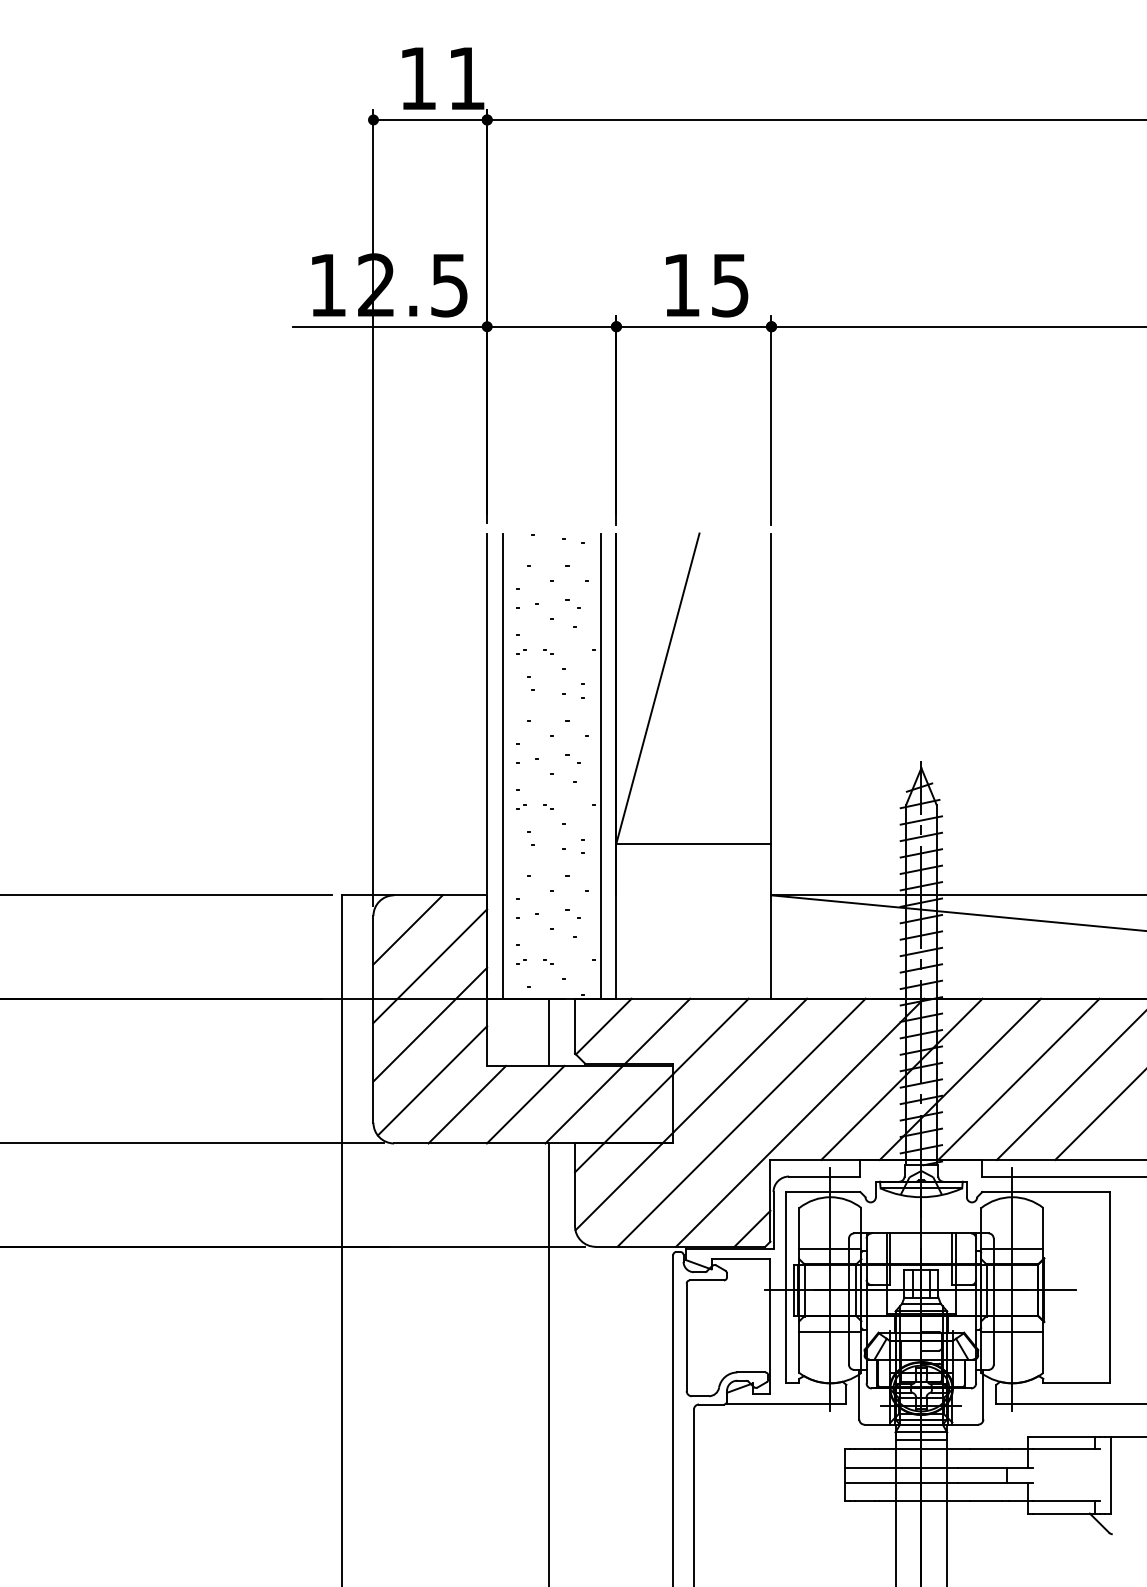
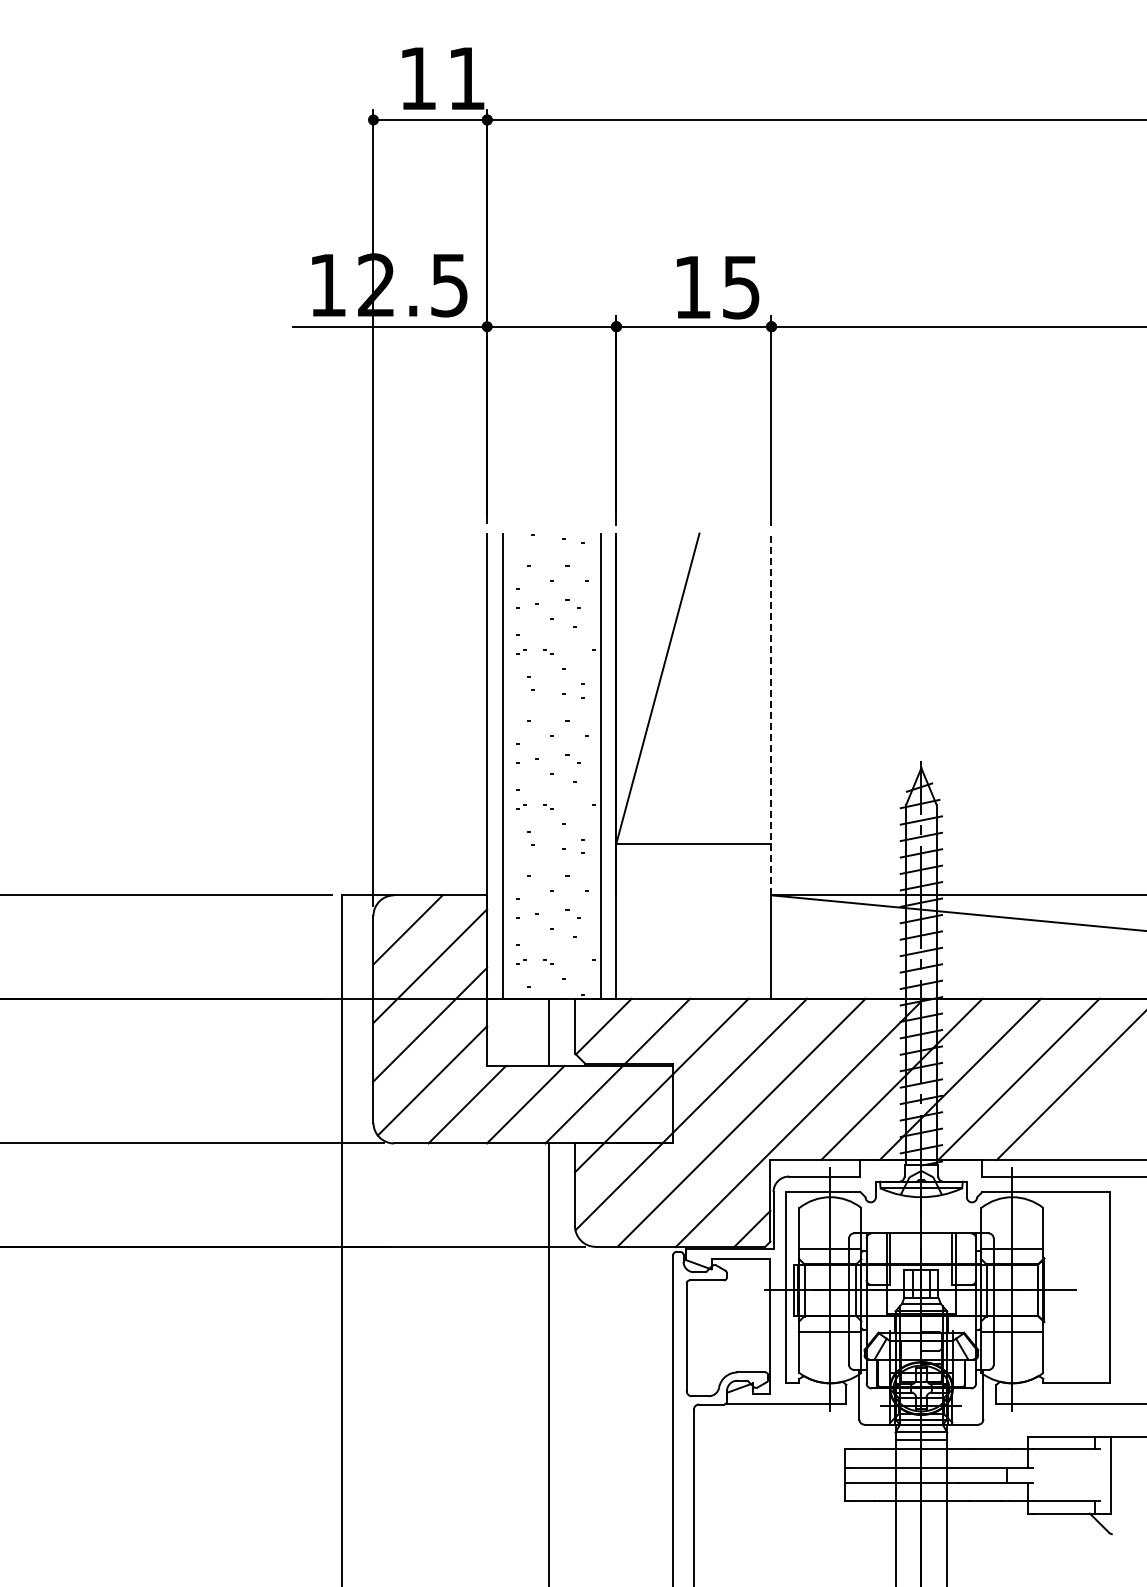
text at (707, 285) position: (707, 285) -> (718, 287)
line at (771, 714): solid -> dashed
line at (1099, 1115): present -> none
